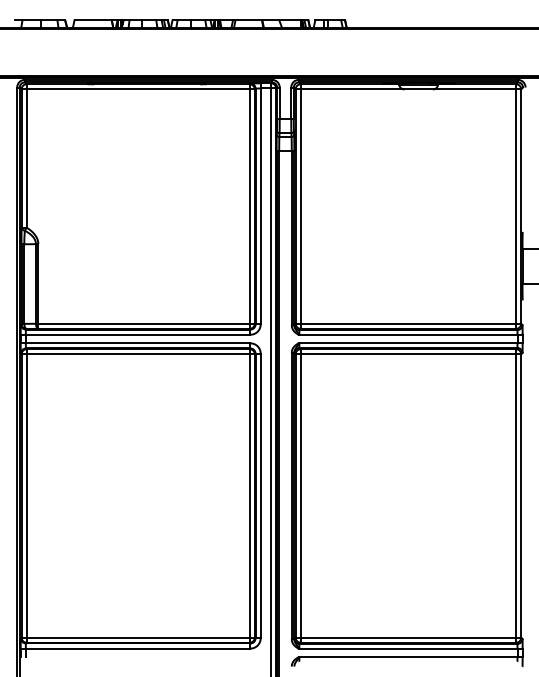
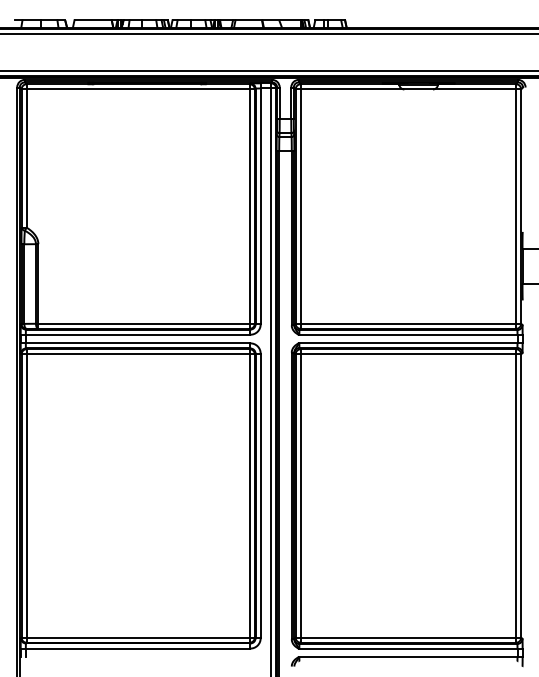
line at (268, 33): none -> present
line at (268, 70): none -> present
